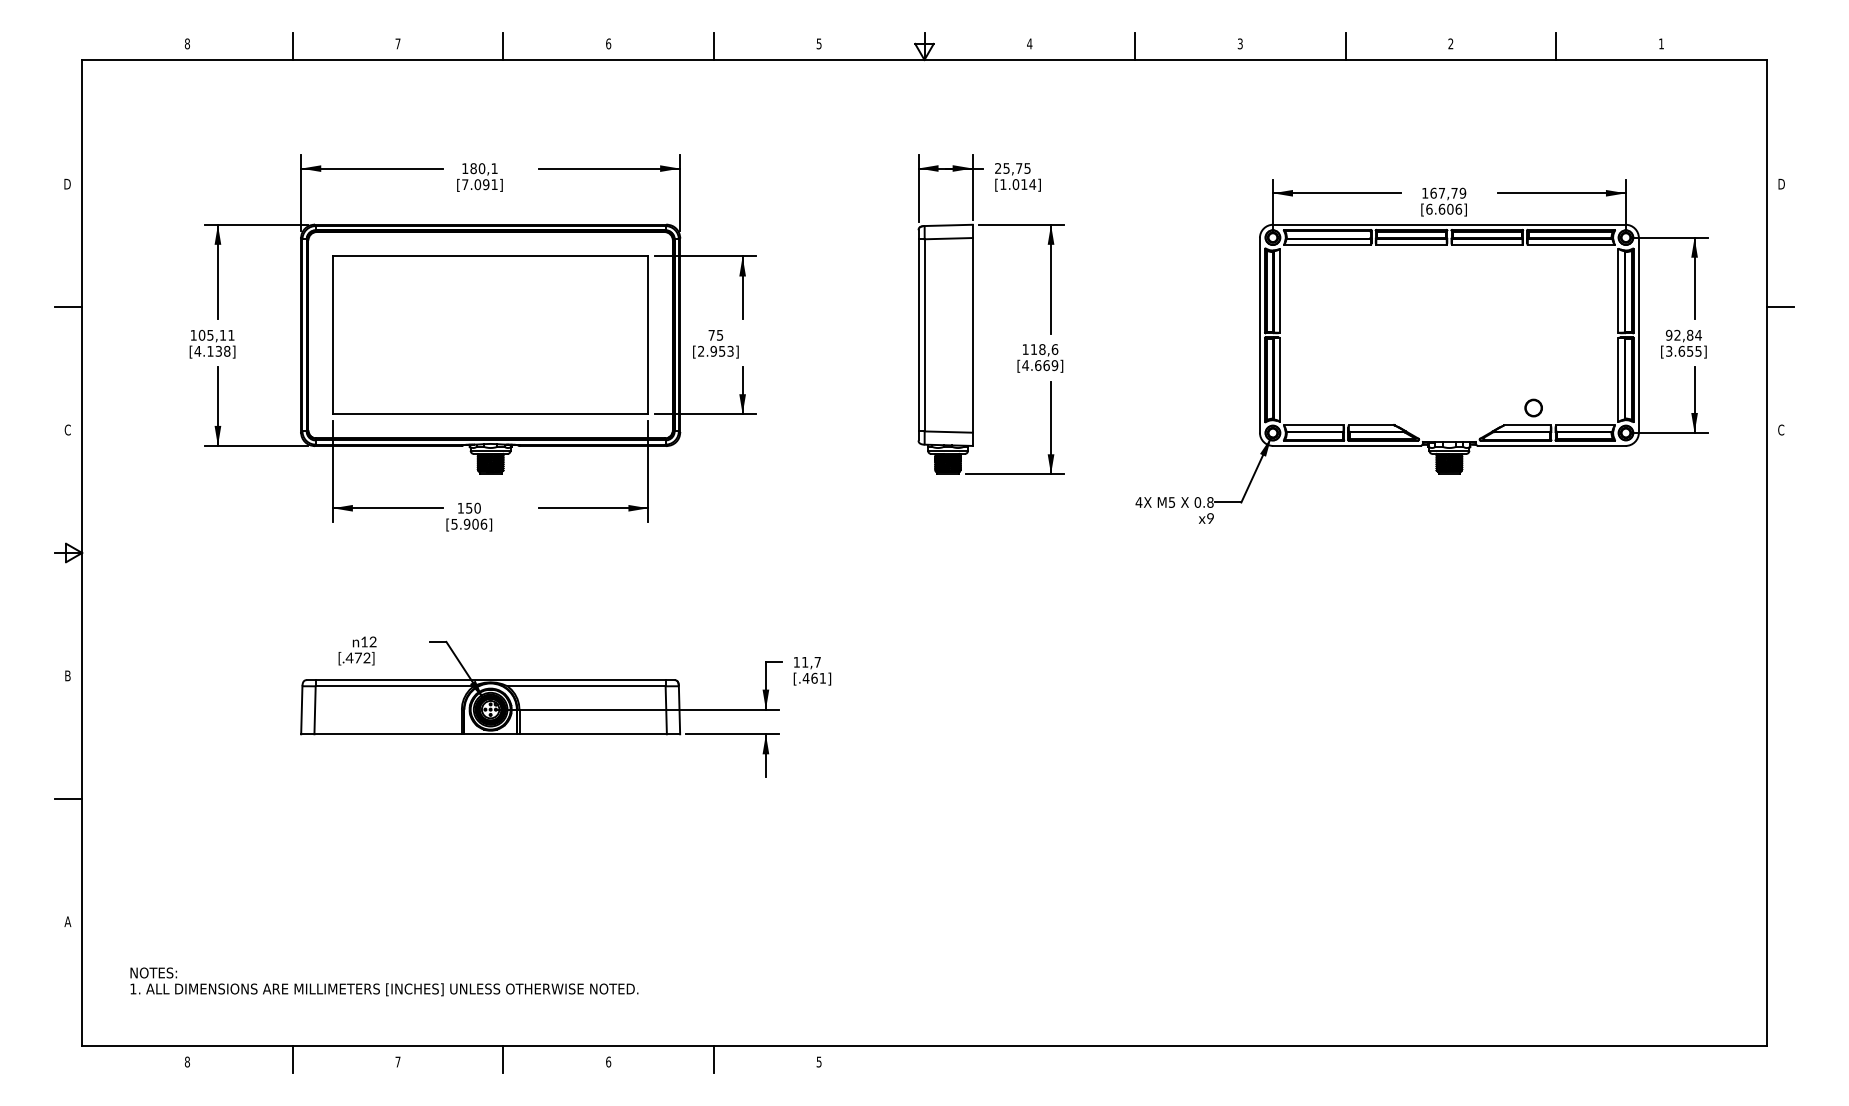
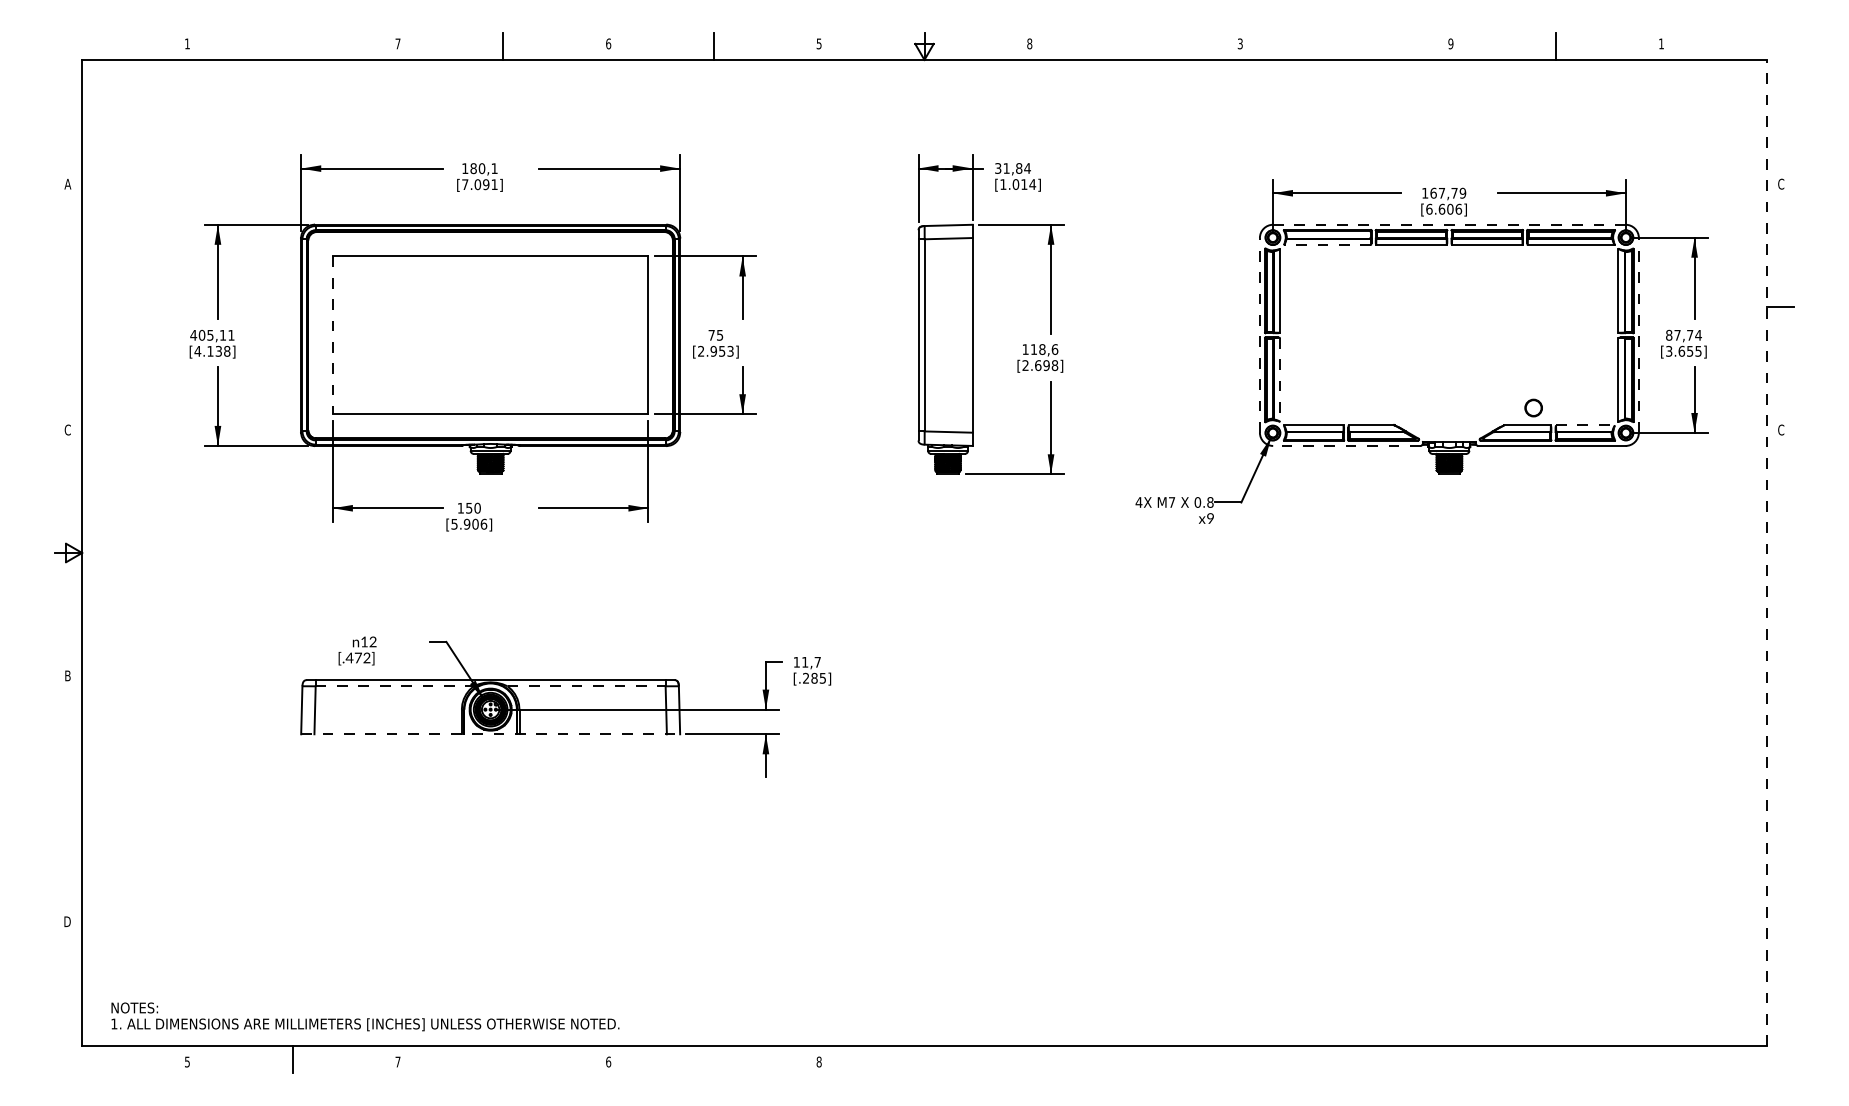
text at (186, 43): 8 -> 1
text at (1029, 43): 4 -> 8
text at (1450, 43): 2 -> 9
line at (292, 46): present -> none
line at (1135, 46): present -> none
line at (1345, 46): present -> none
text at (1012, 168): 25,75 -> 31,84
text at (67, 183): D -> A
text at (1781, 183): D -> C
line at (1448, 224): solid -> dashed
line at (1327, 245): solid -> dashed
line at (68, 307): present -> none
line at (1259, 334): solid -> dashed
line at (1638, 334): solid -> dashed
text at (1679, 334): 92,84 -> 87,74
text at (193, 335): 105,11 -> 405,11
line at (332, 335): solid -> dashed
text at (1040, 365): [4.669] -> [2.698]
line at (1280, 379): solid -> dashed
line at (1586, 425): solid -> dashed
line at (1346, 445): solid -> dashed
text at (1172, 502): M5 -> M7
line at (1766, 552): solid -> dashed
text at (813, 677): [.461] -> [.285]
line at (395, 686): solid -> dashed
line at (587, 686): solid -> dashed
line at (491, 734): solid -> dashed
line at (68, 798): present -> none
text at (67, 921): A -> D
text at (384, 981) position: (384, 981) -> (365, 1016)
line at (503, 1059): present -> none
line at (713, 1059): present -> none
text at (186, 1061): 8 -> 5
text at (818, 1061): 5 -> 8
